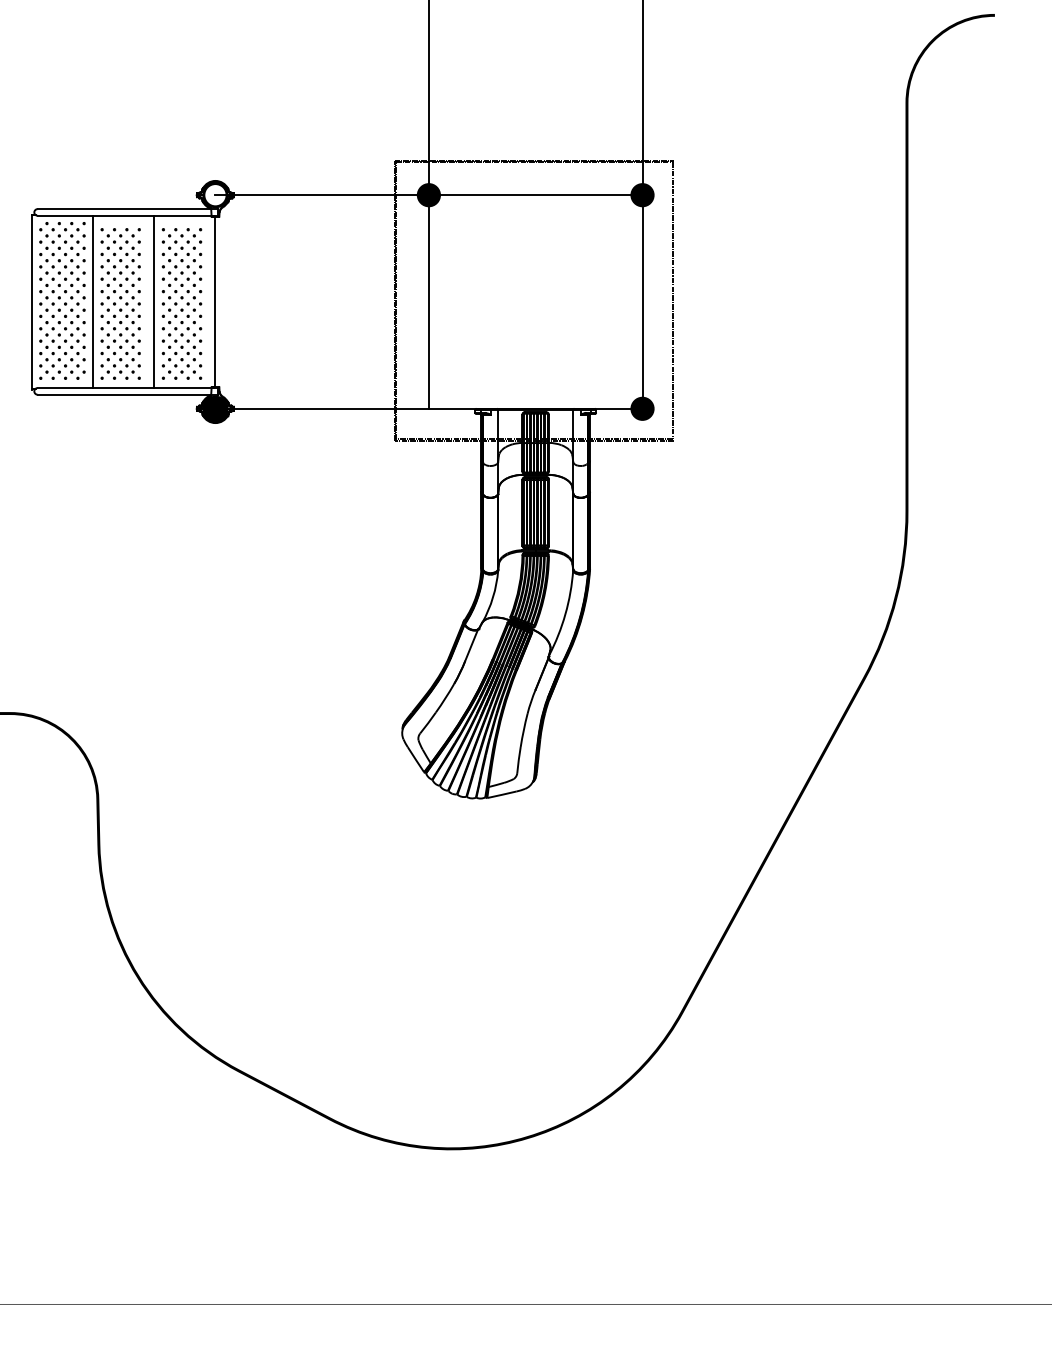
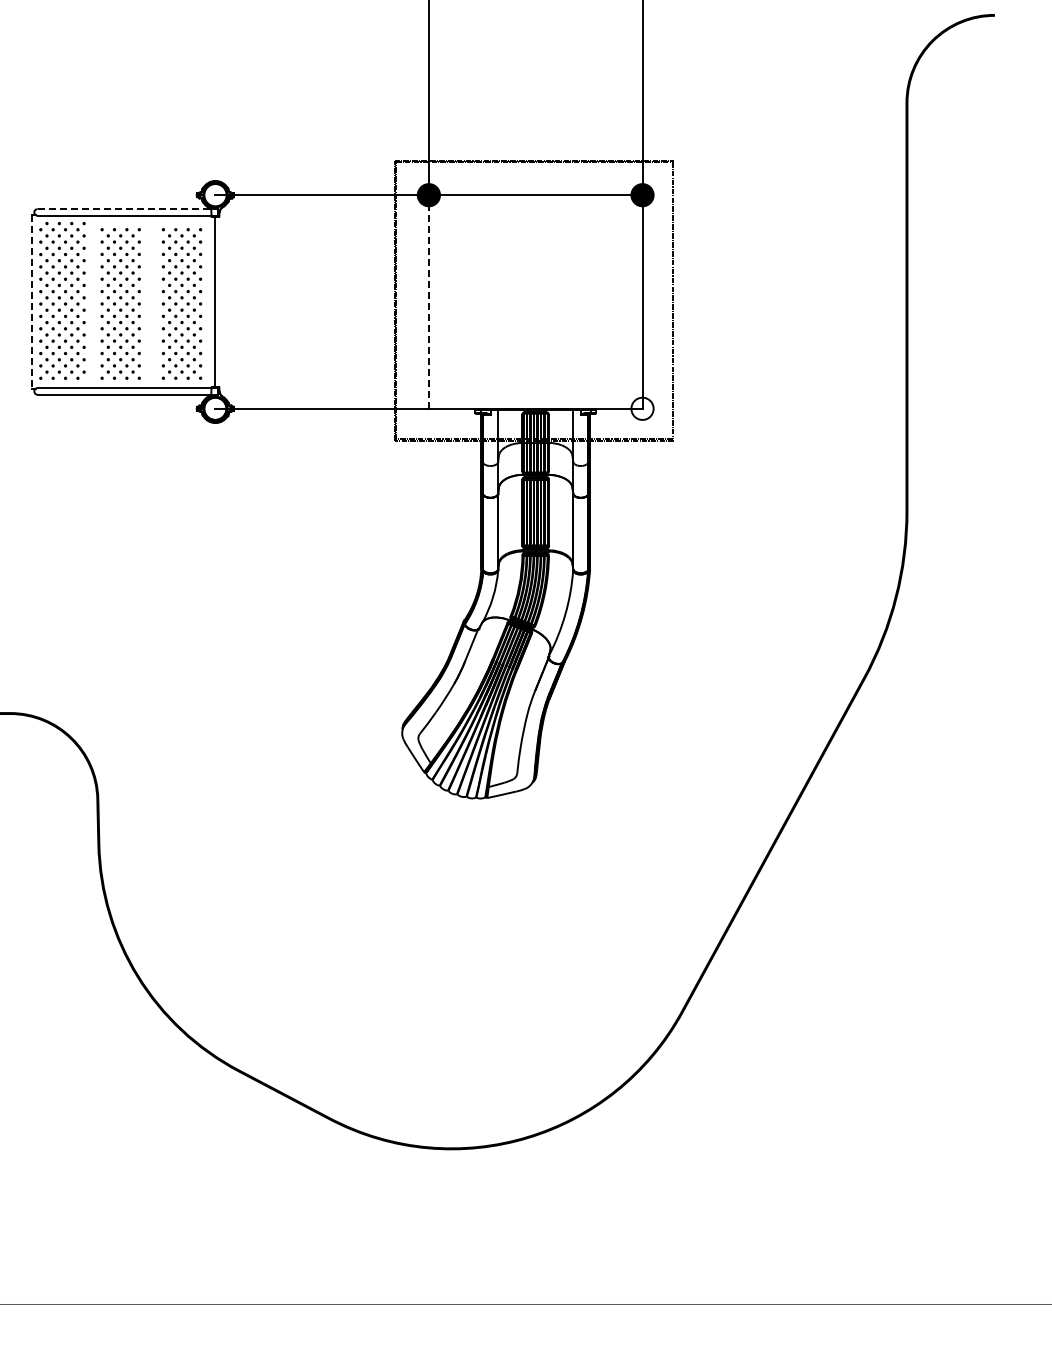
line at (124, 209): solid -> dashed
line at (92, 301): present -> none
line at (154, 301): present -> none
line at (31, 302): solid -> dashed
line at (428, 302): solid -> dashed
fill at (215, 408): present -> none
fill at (642, 408): present -> none
